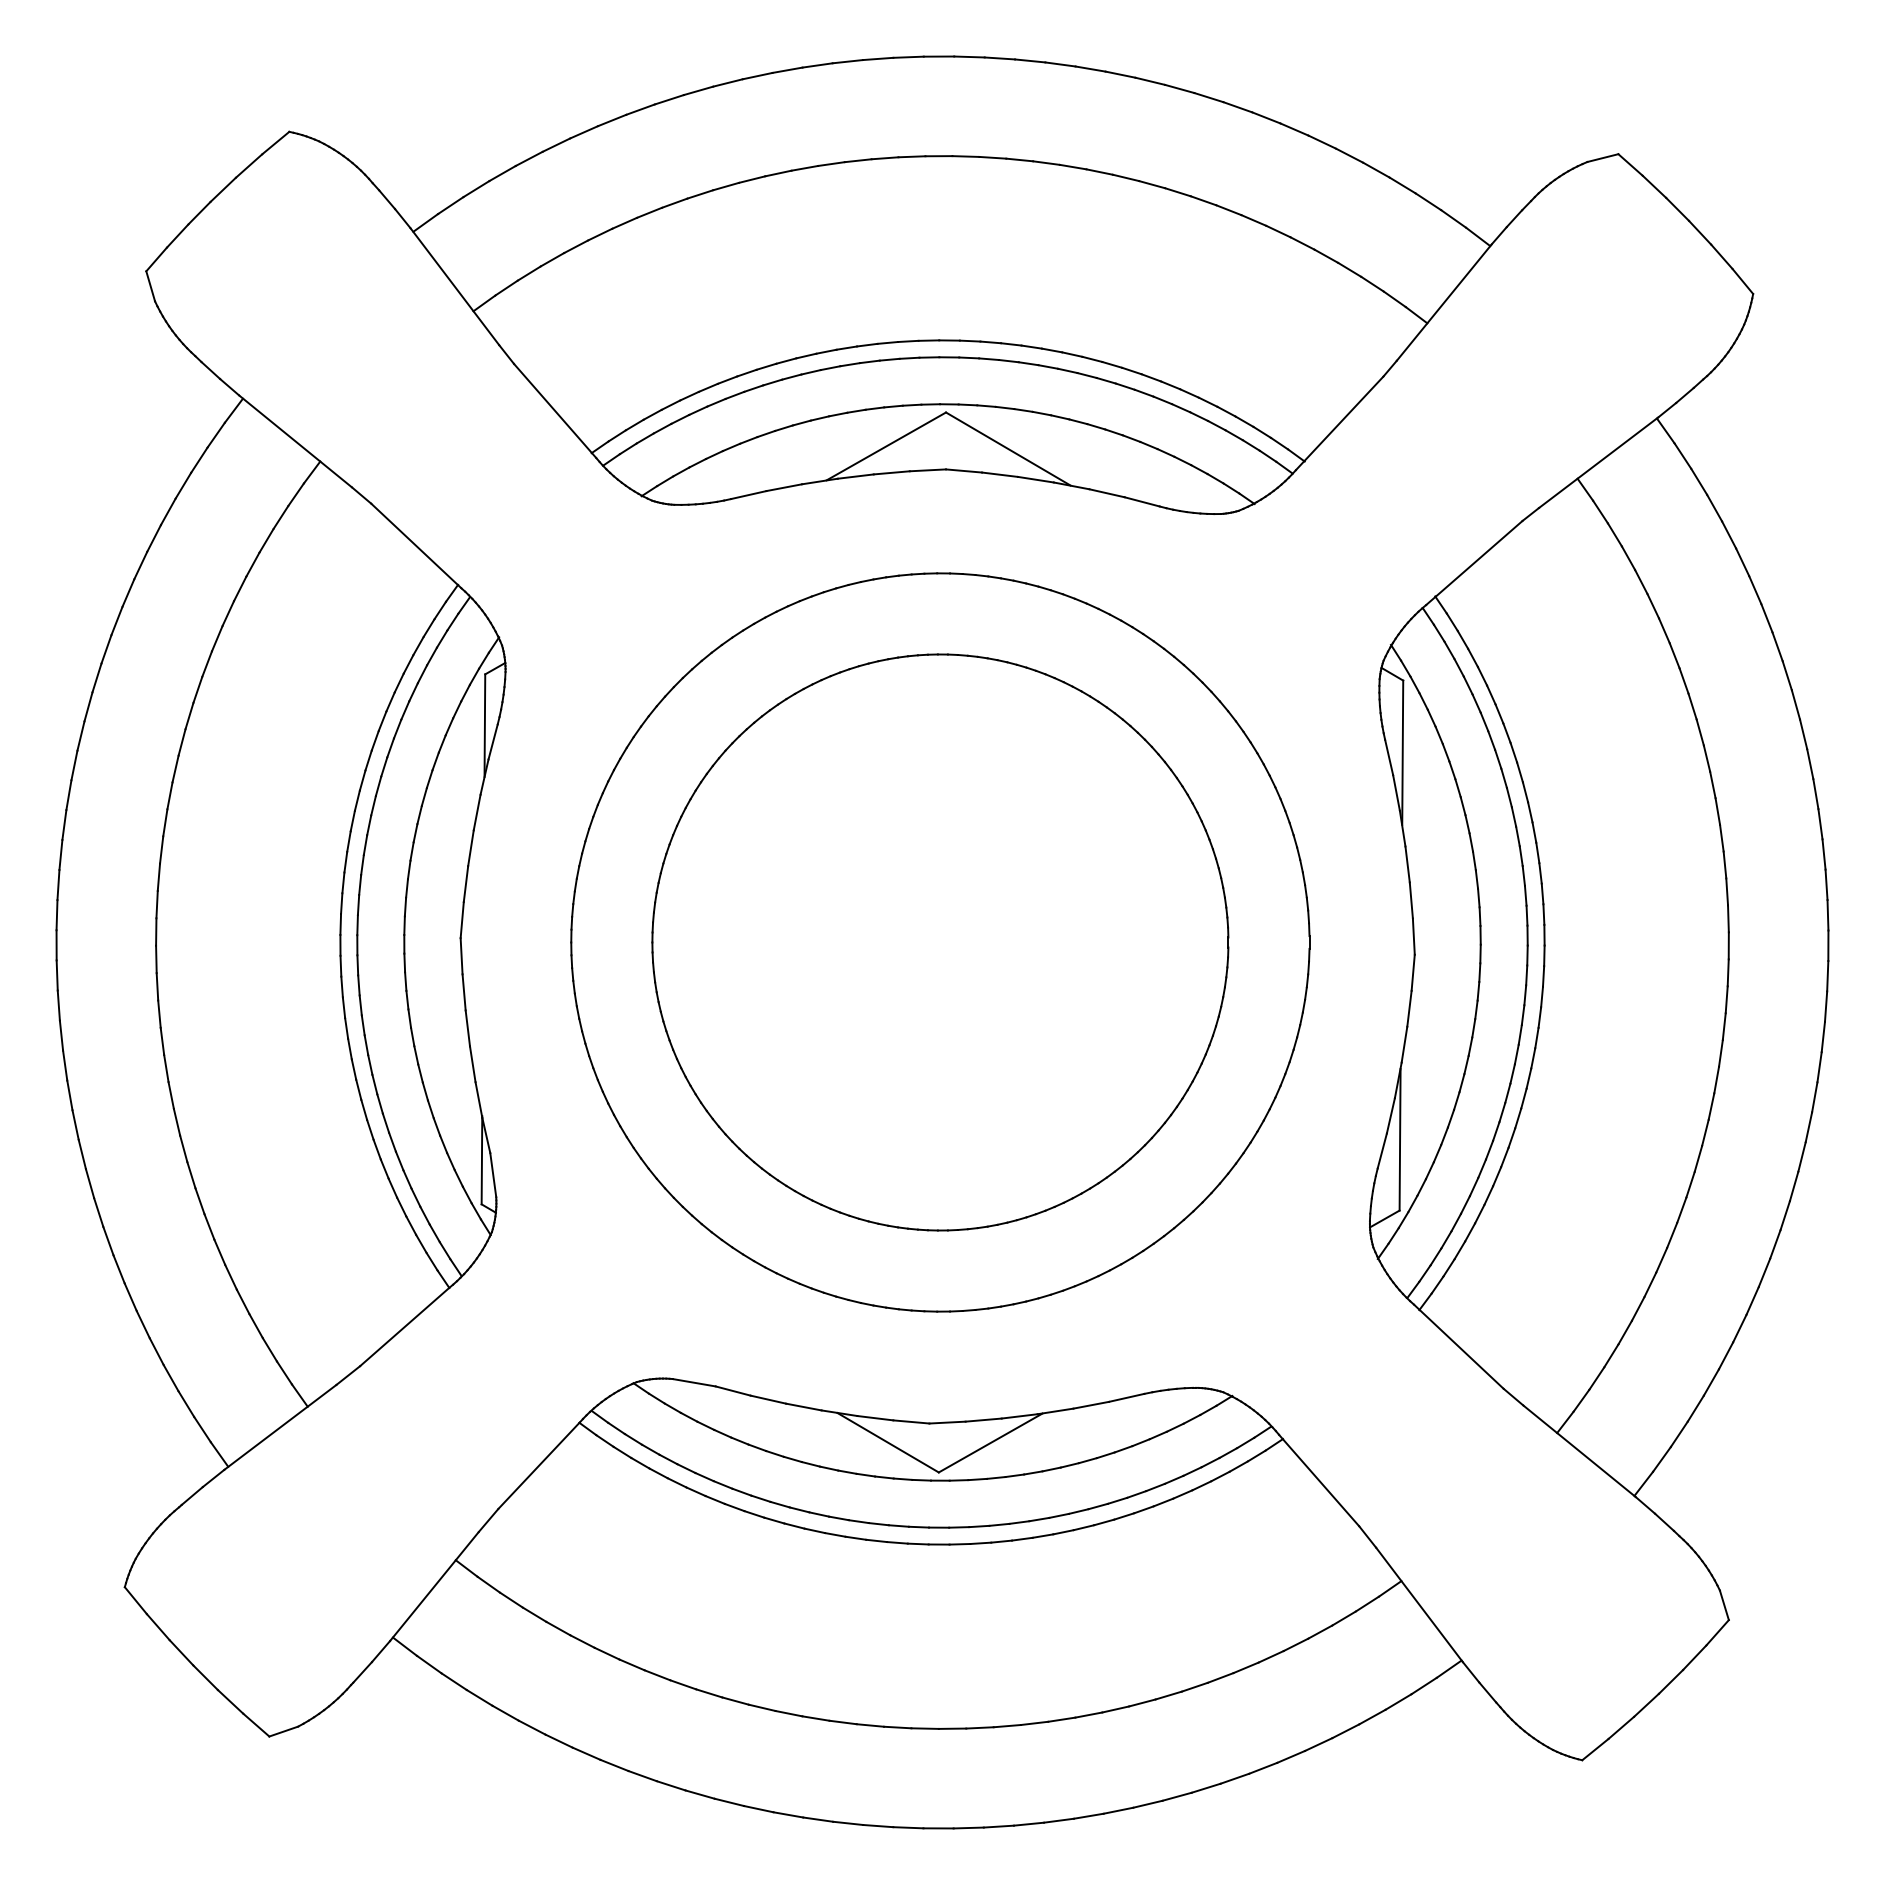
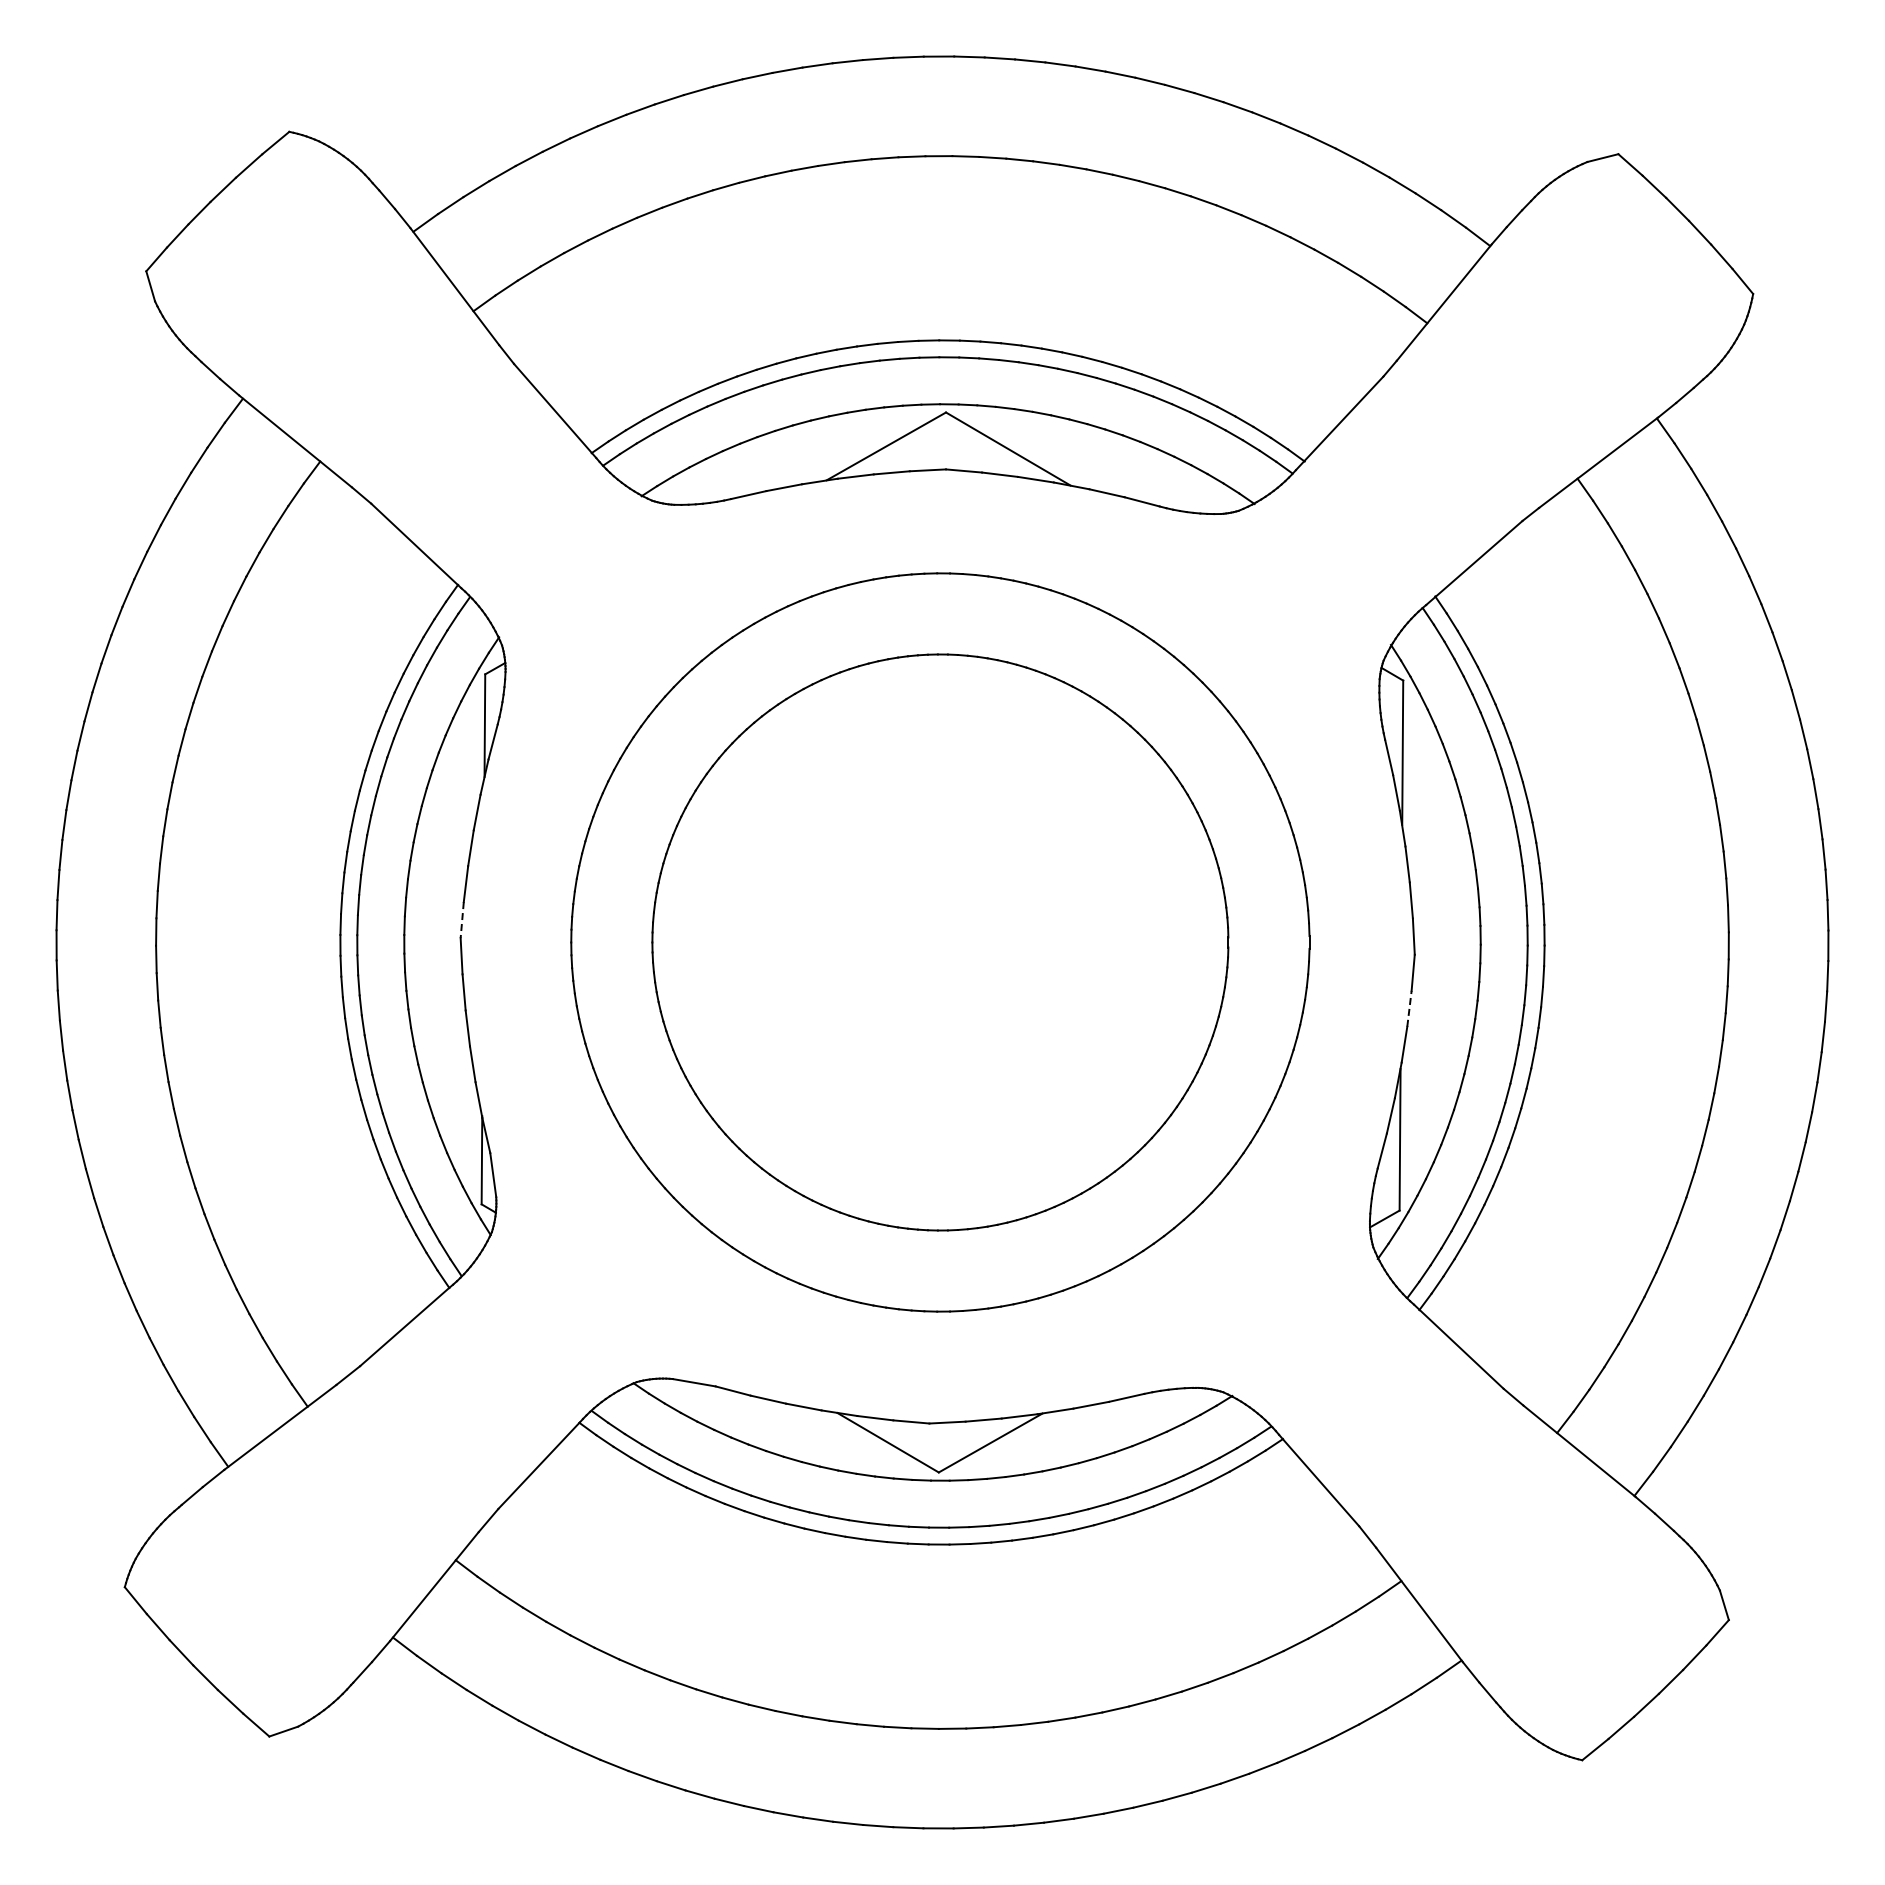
line at (462, 920): solid -> dashed
line at (1409, 1008): solid -> dashed
